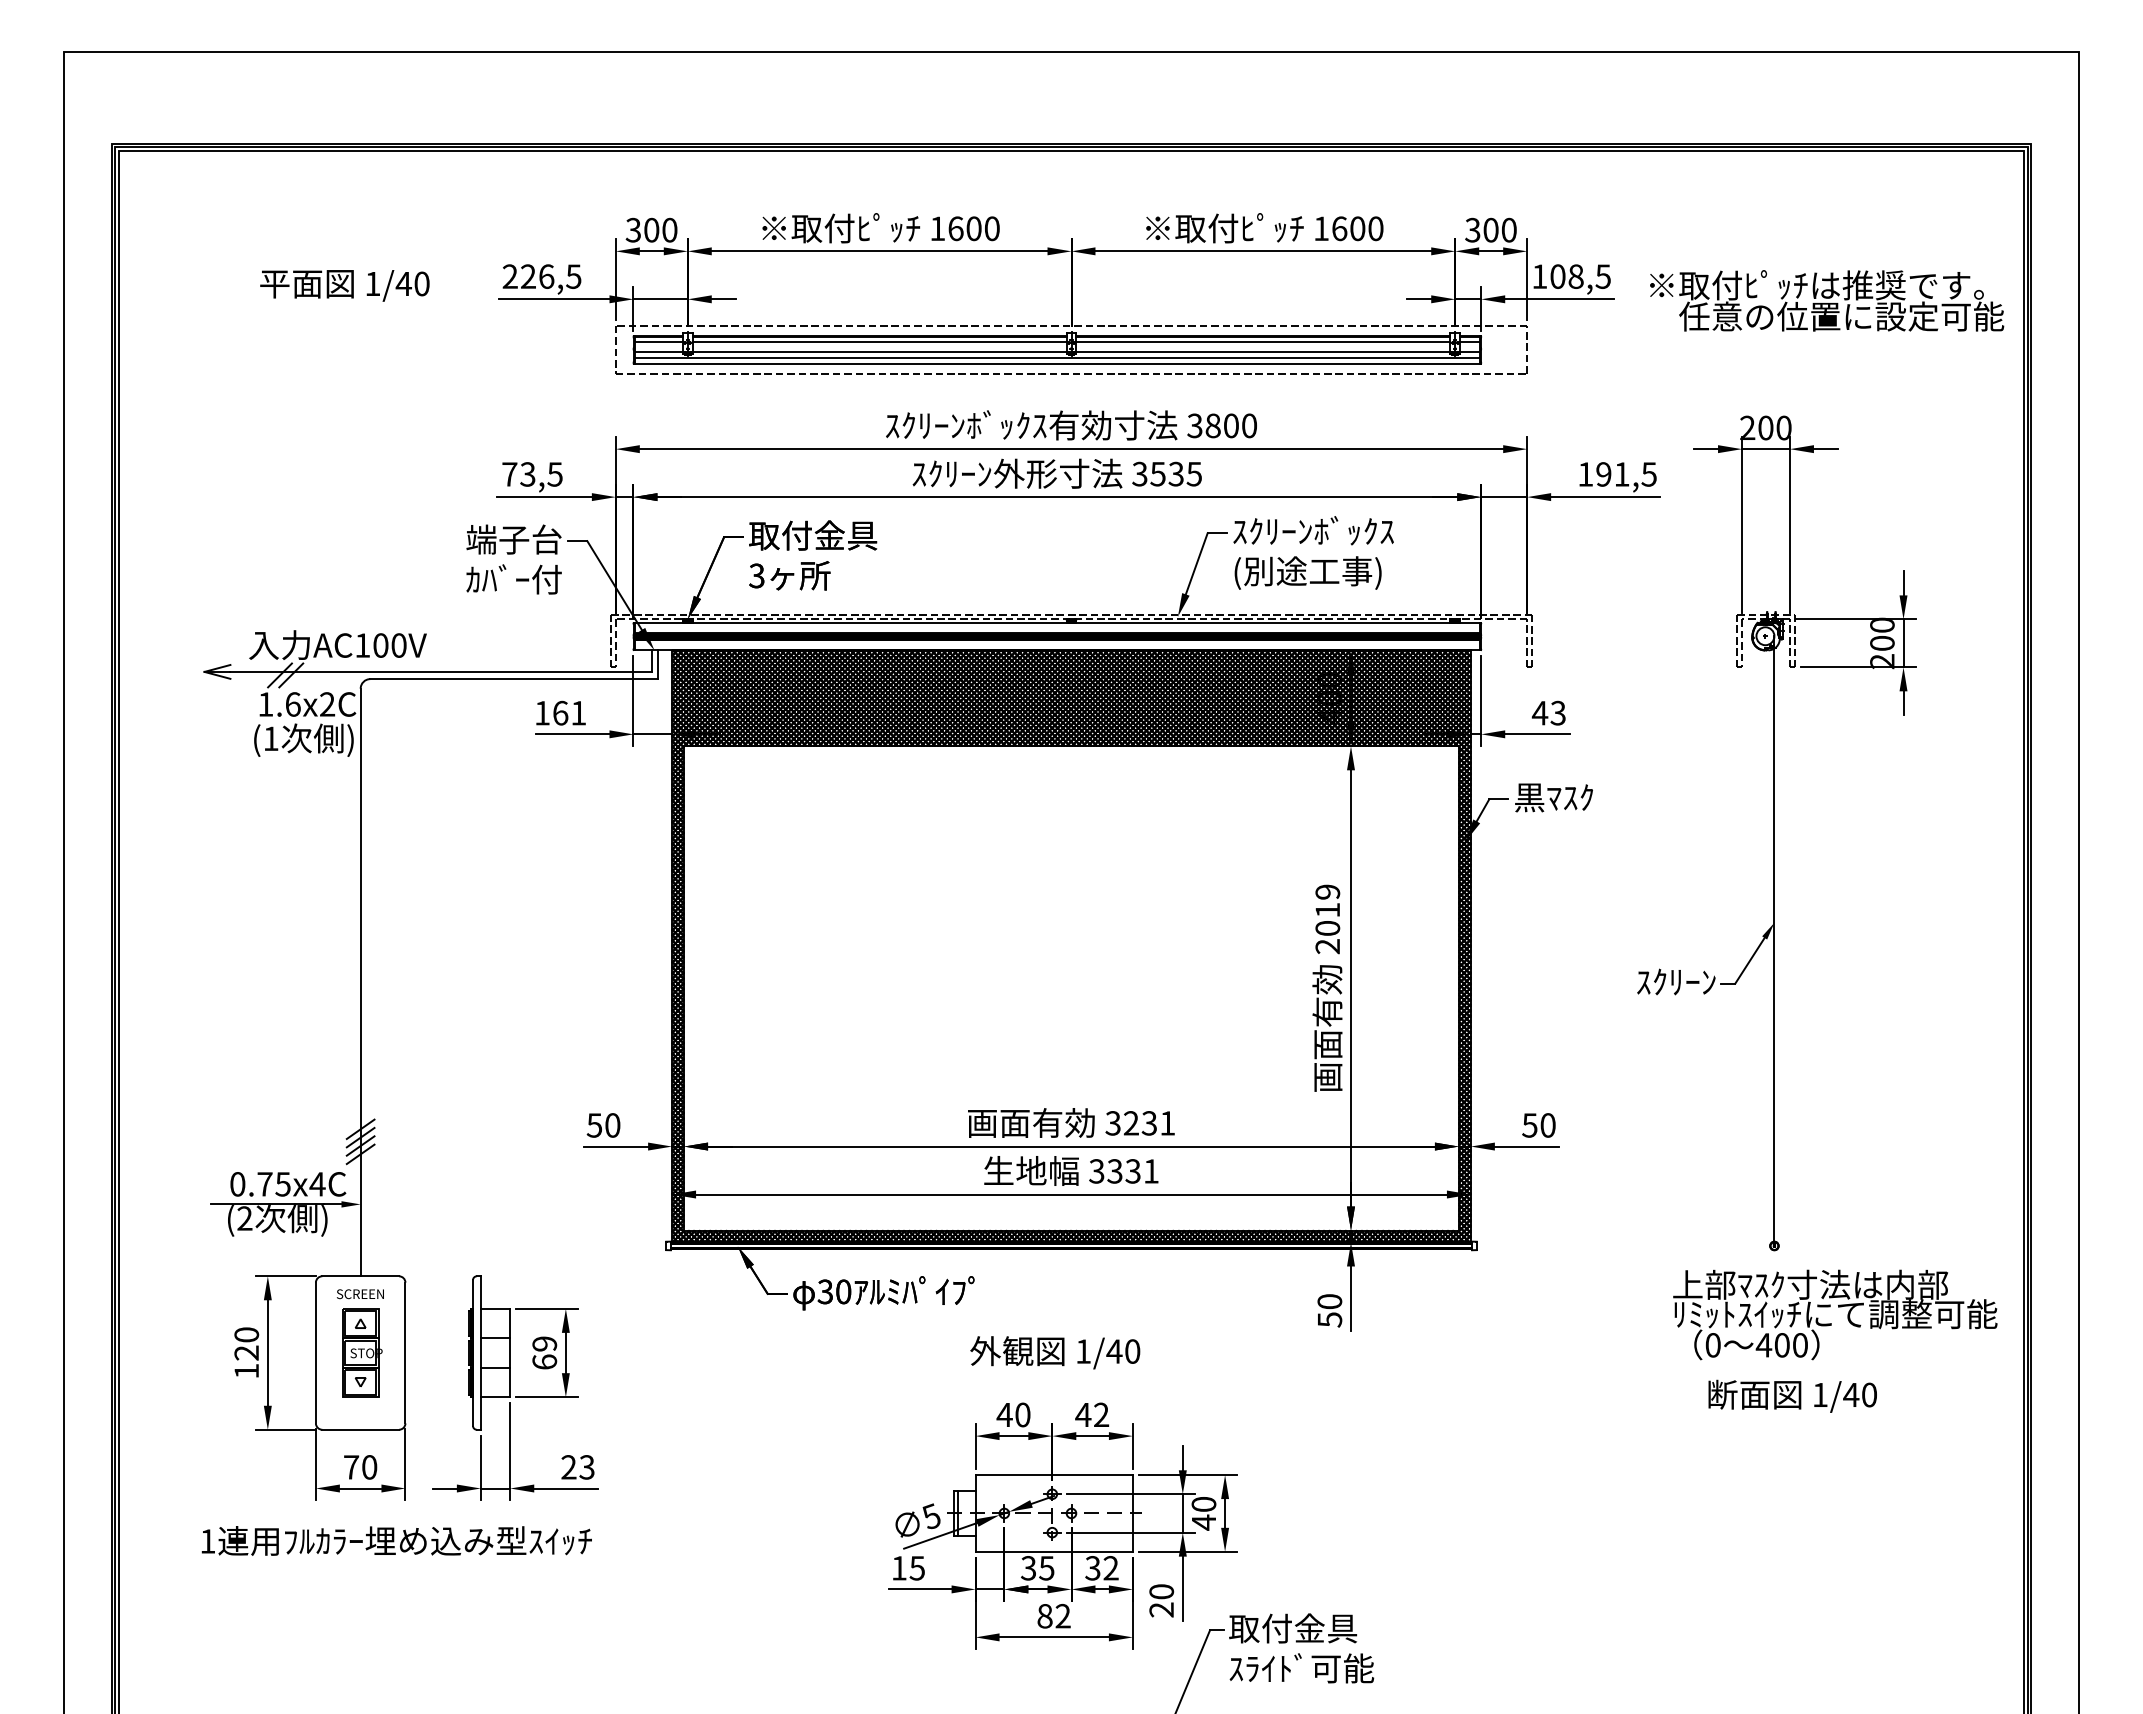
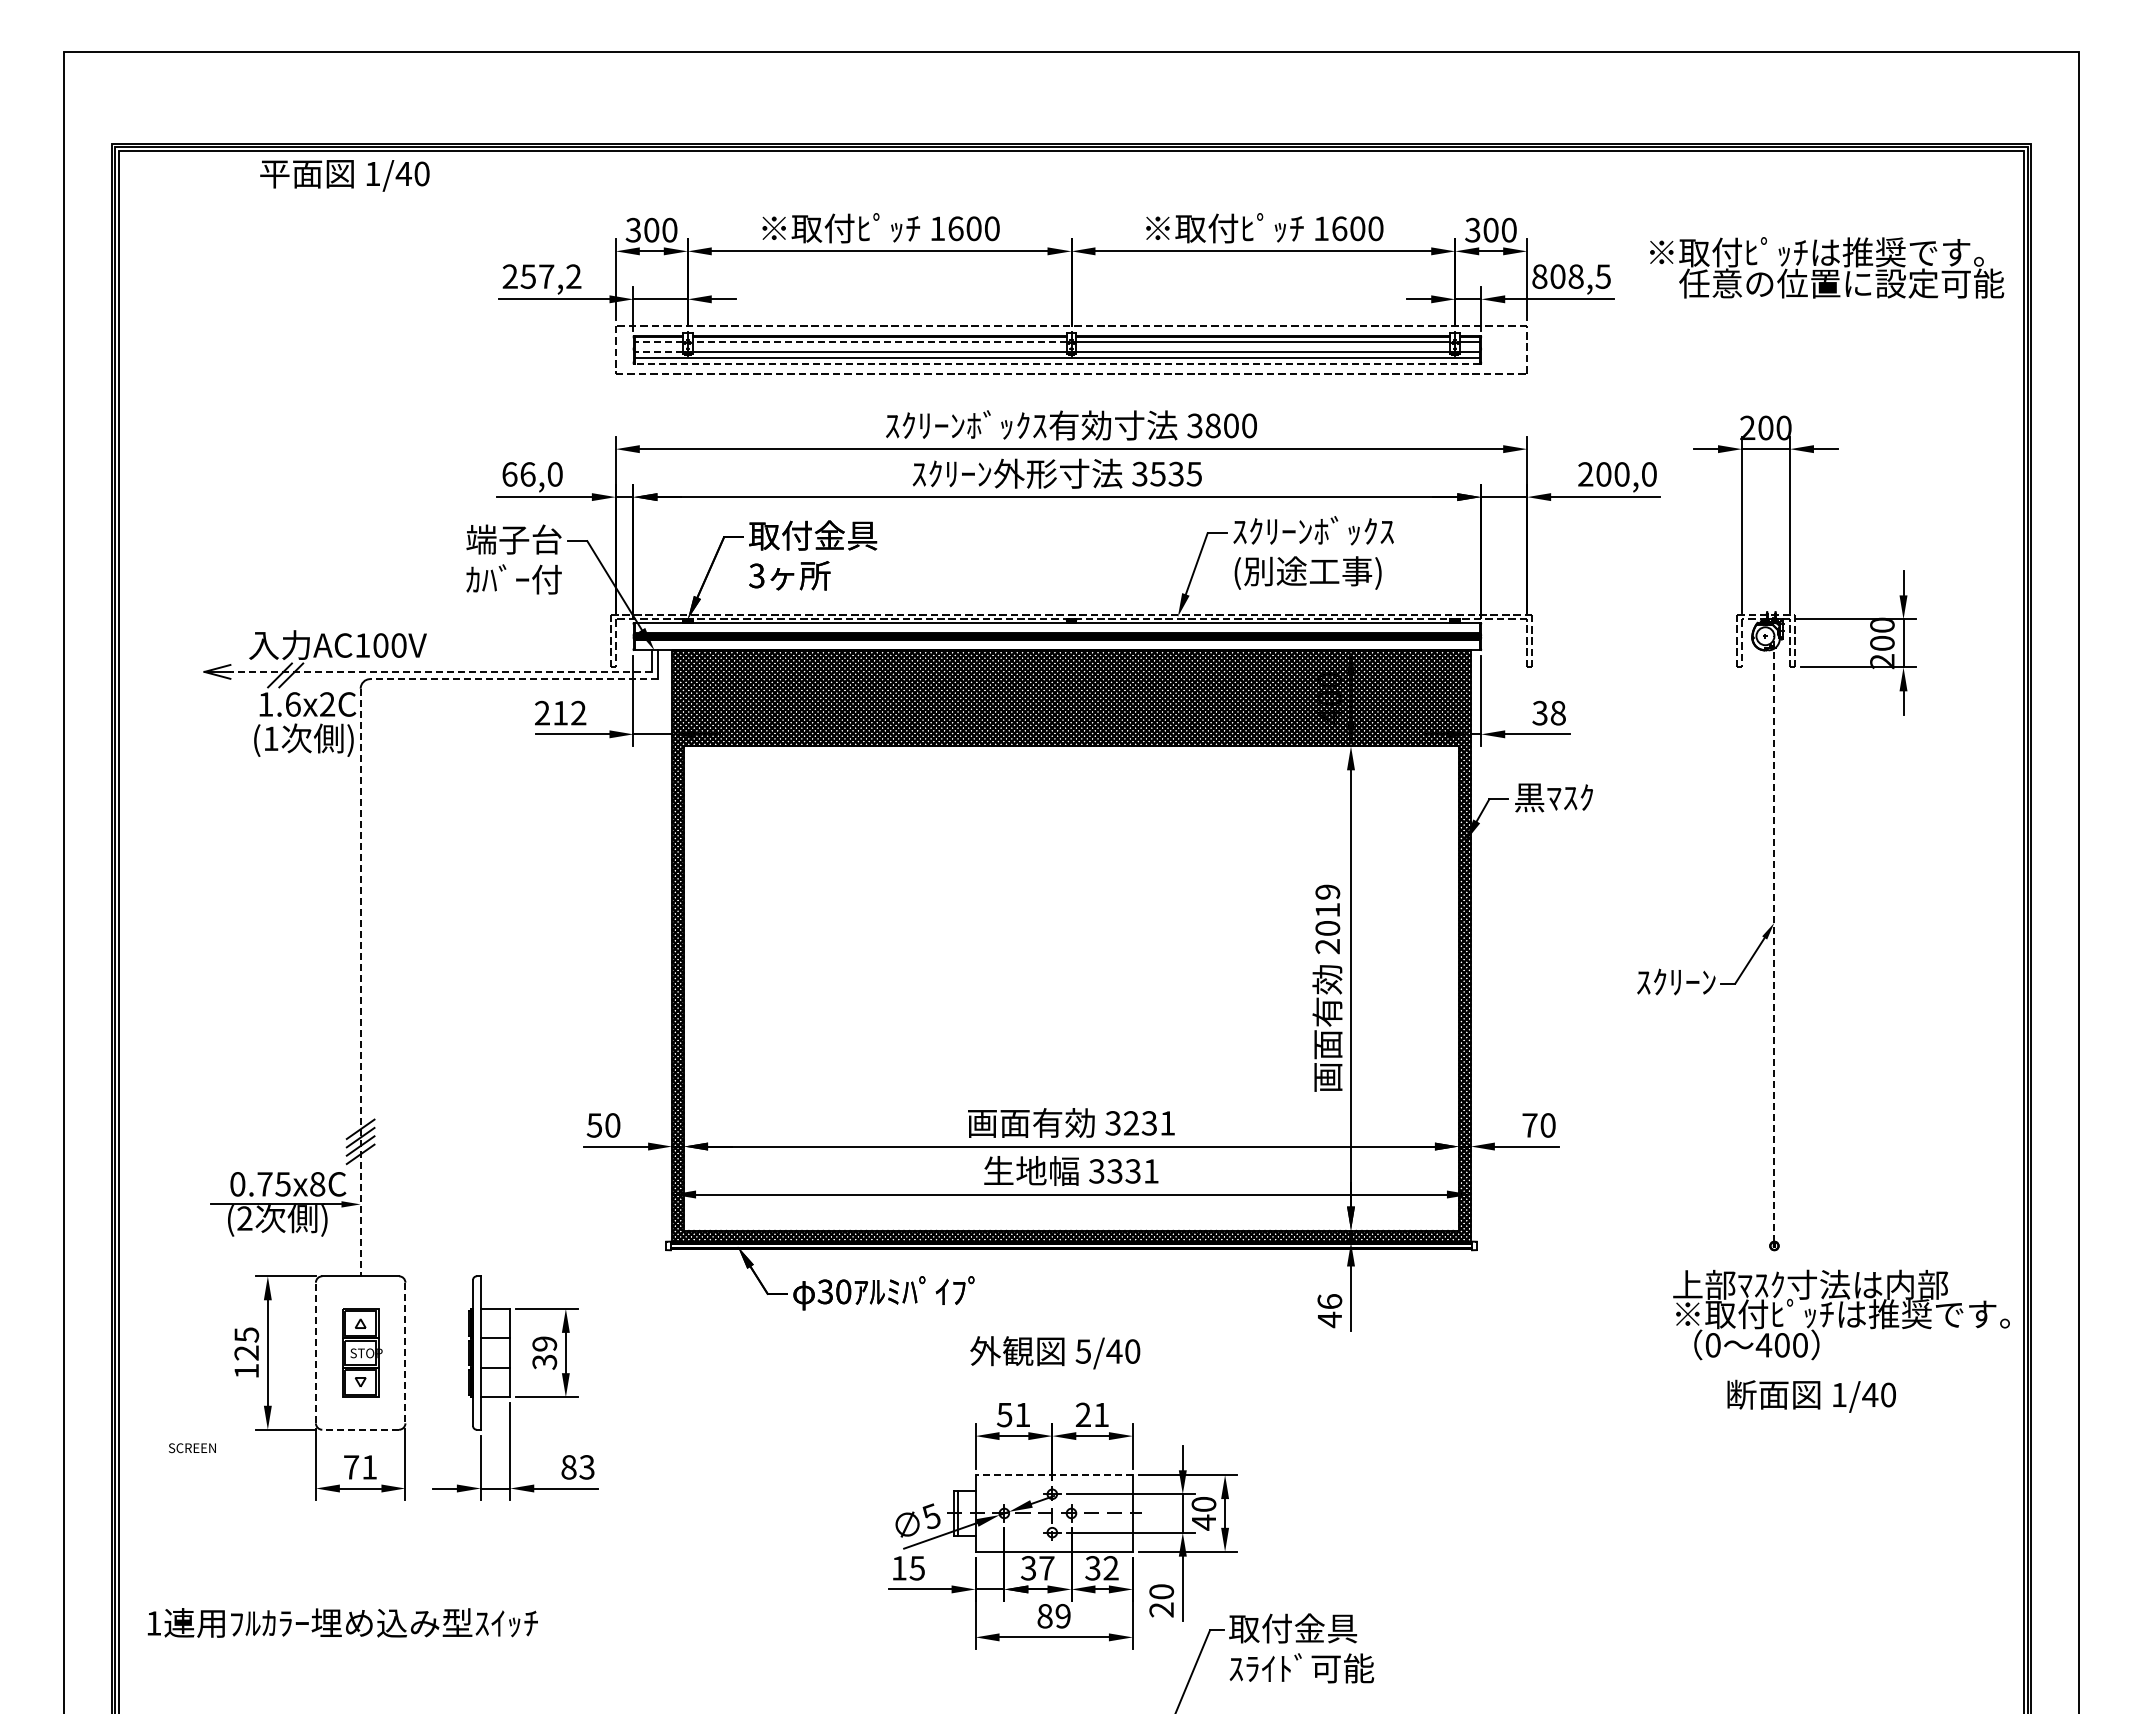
text at (550, 276): 226,5 -> 257,2
text at (1539, 276): 108,5 -> 808,5
text at (344, 285) position: (344, 285) -> (344, 175)
text at (1827, 300) position: (1827, 300) -> (1827, 267)
line at (658, 341): solid -> dashed
line at (879, 341): solid -> dashed
line at (658, 352): solid -> dashed
line at (1057, 363): solid -> dashed
text at (532, 474): 73,5 -> 66,0
text at (1617, 474): 191,5 -> 200,0
line at (441, 671): solid -> dashed
line at (514, 679): solid -> dashed
text at (560, 712): 161 -> 212
text at (1548, 712): 43 -> 38
line at (1774, 938): solid -> dashed
line at (360, 982): solid -> dashed
text at (1529, 1125): 50 -> 70
text at (317, 1184): 0.75x4C -> 0.75x8C
text at (359, 1294) position: (359, 1294) -> (191, 1448)
text at (1329, 1311): 50 -> 46
text at (1841, 1313): ﾘﾐｯﾄｽｲｯﾁにて調整可能 -> ※取付ﾋﾟｯﾁは推奨です。
text at (246, 1334): 120 -> 125
text at (1082, 1351): 1/40 -> 5/40
line at (315, 1352): solid -> dashed
line at (405, 1353): solid -> dashed
text at (544, 1361): 69 -> 39
text at (1792, 1395) position: (1792, 1395) -> (1811, 1395)
text at (1013, 1414): 40 -> 51
text at (1092, 1414): 42 -> 21
line at (360, 1429): solid -> dashed
text at (369, 1467): 70 -> 71
text at (568, 1467): 23 -> 83
line at (1054, 1475): solid -> dashed
text at (396, 1540) position: (396, 1540) -> (342, 1622)
text at (1046, 1568): 35 -> 37
text at (1062, 1616): 82 -> 89
